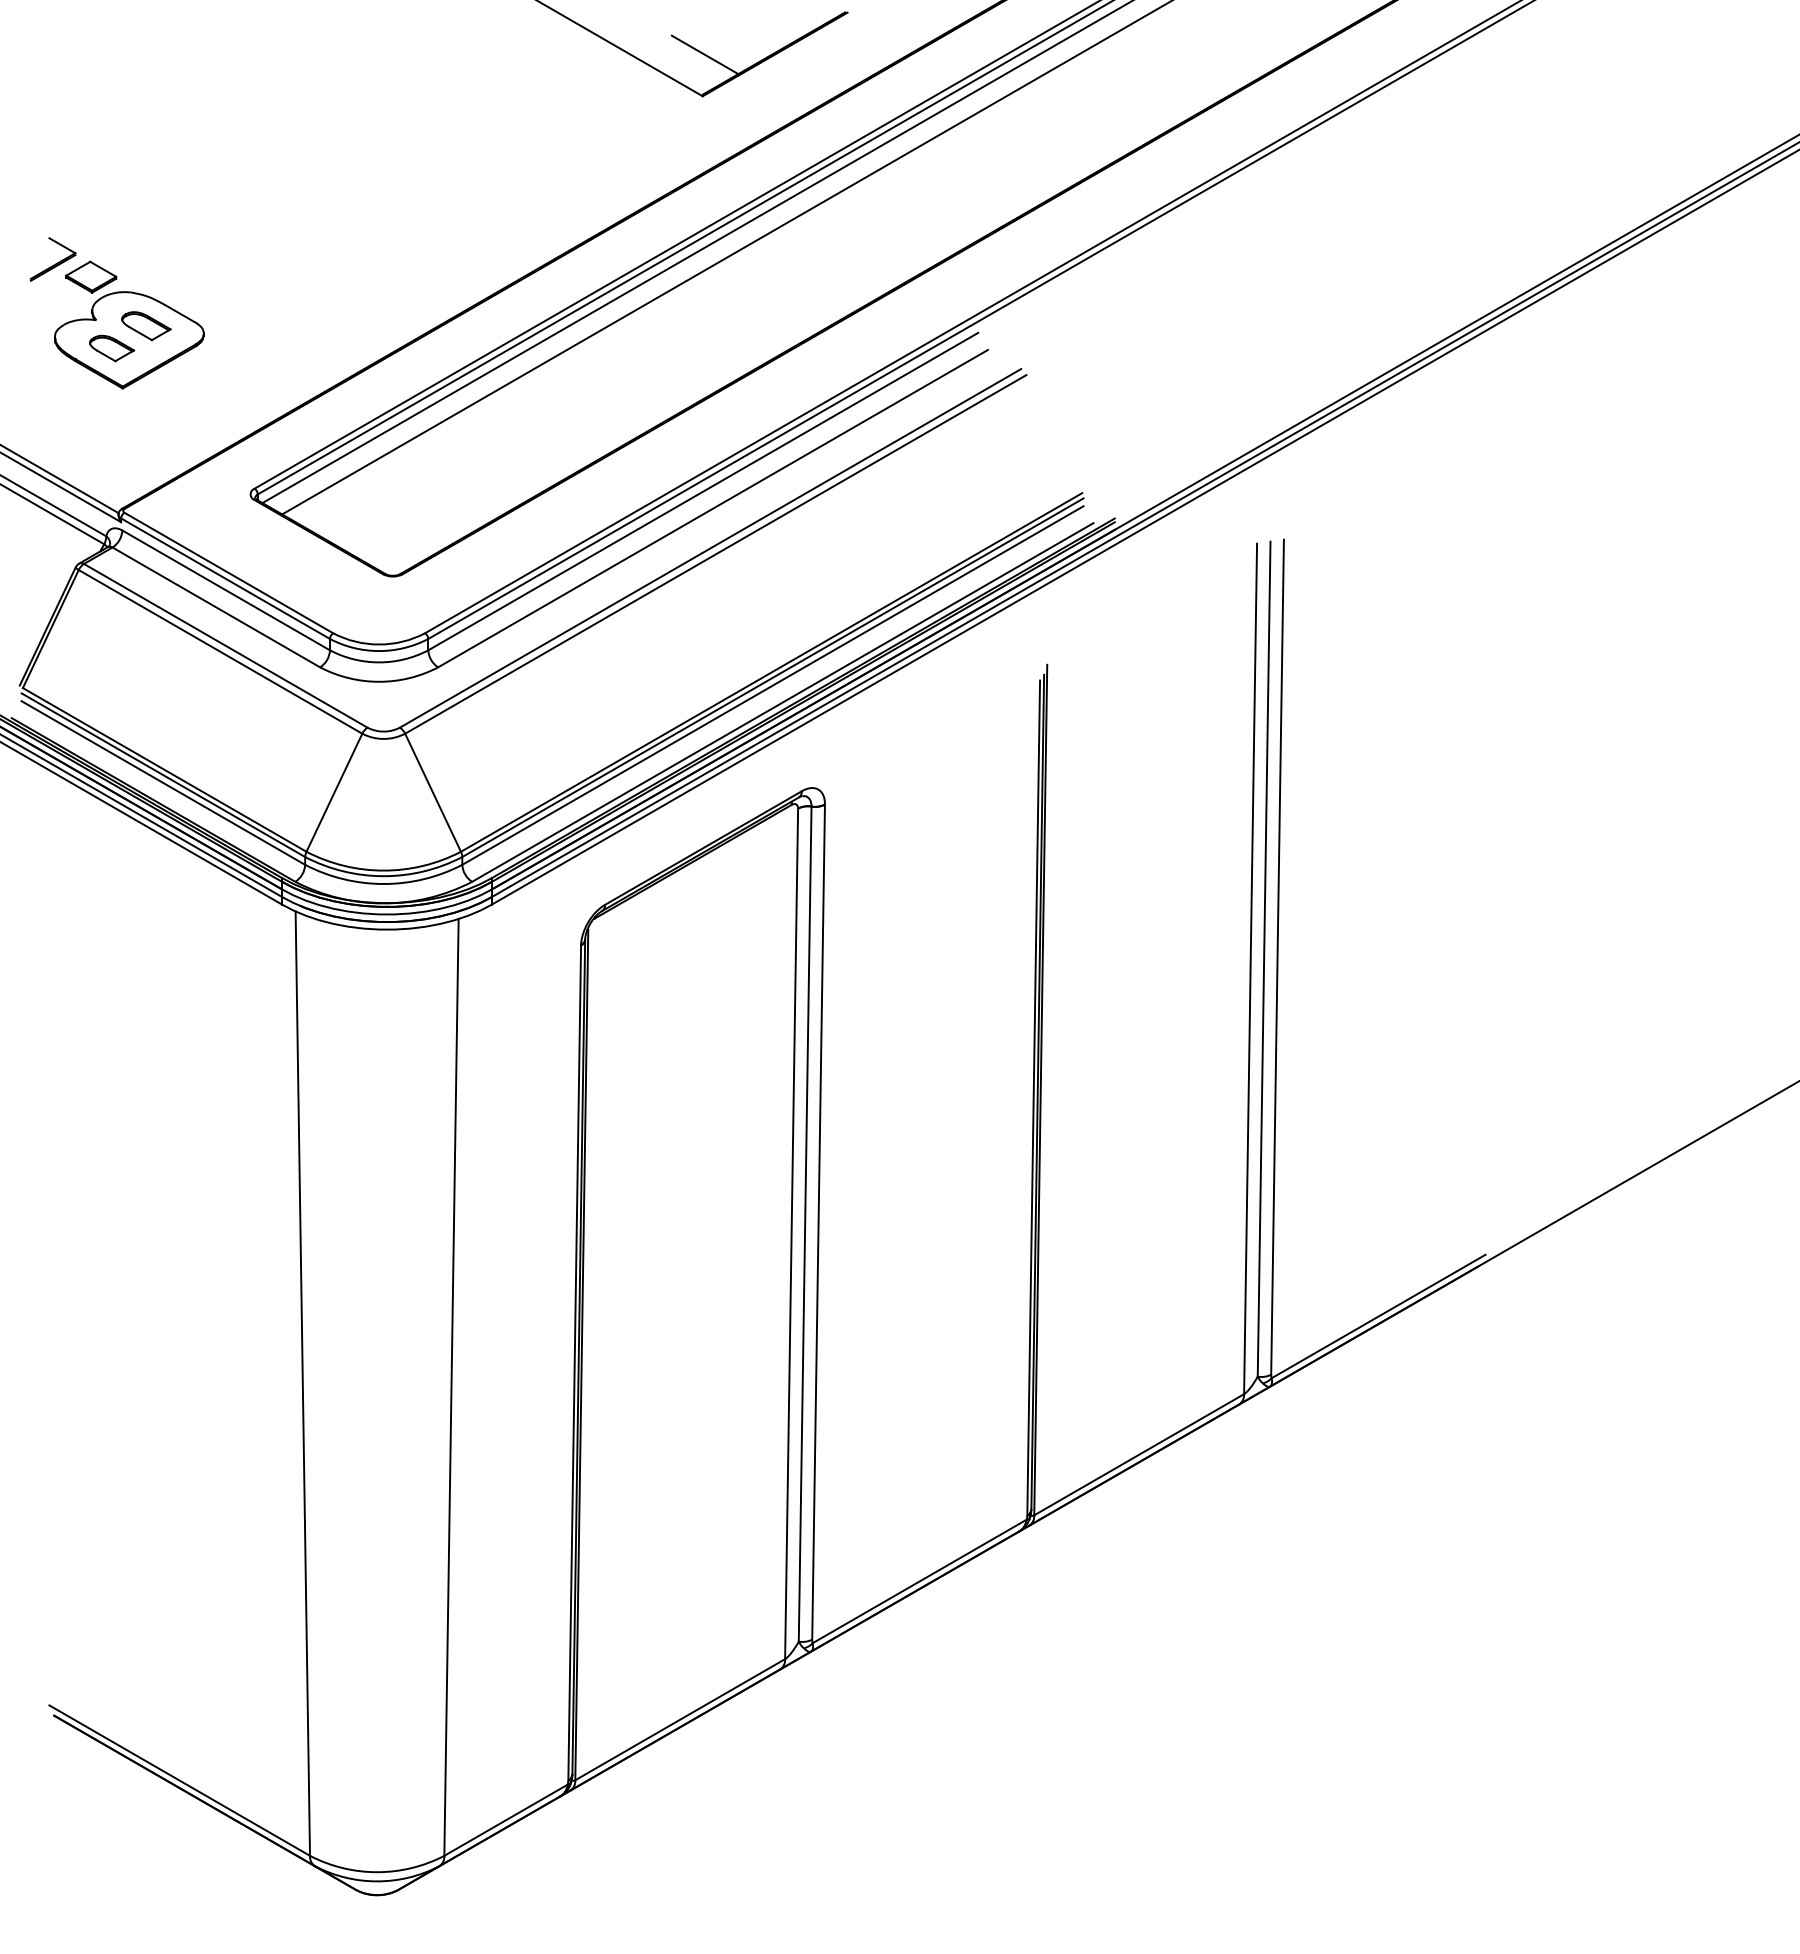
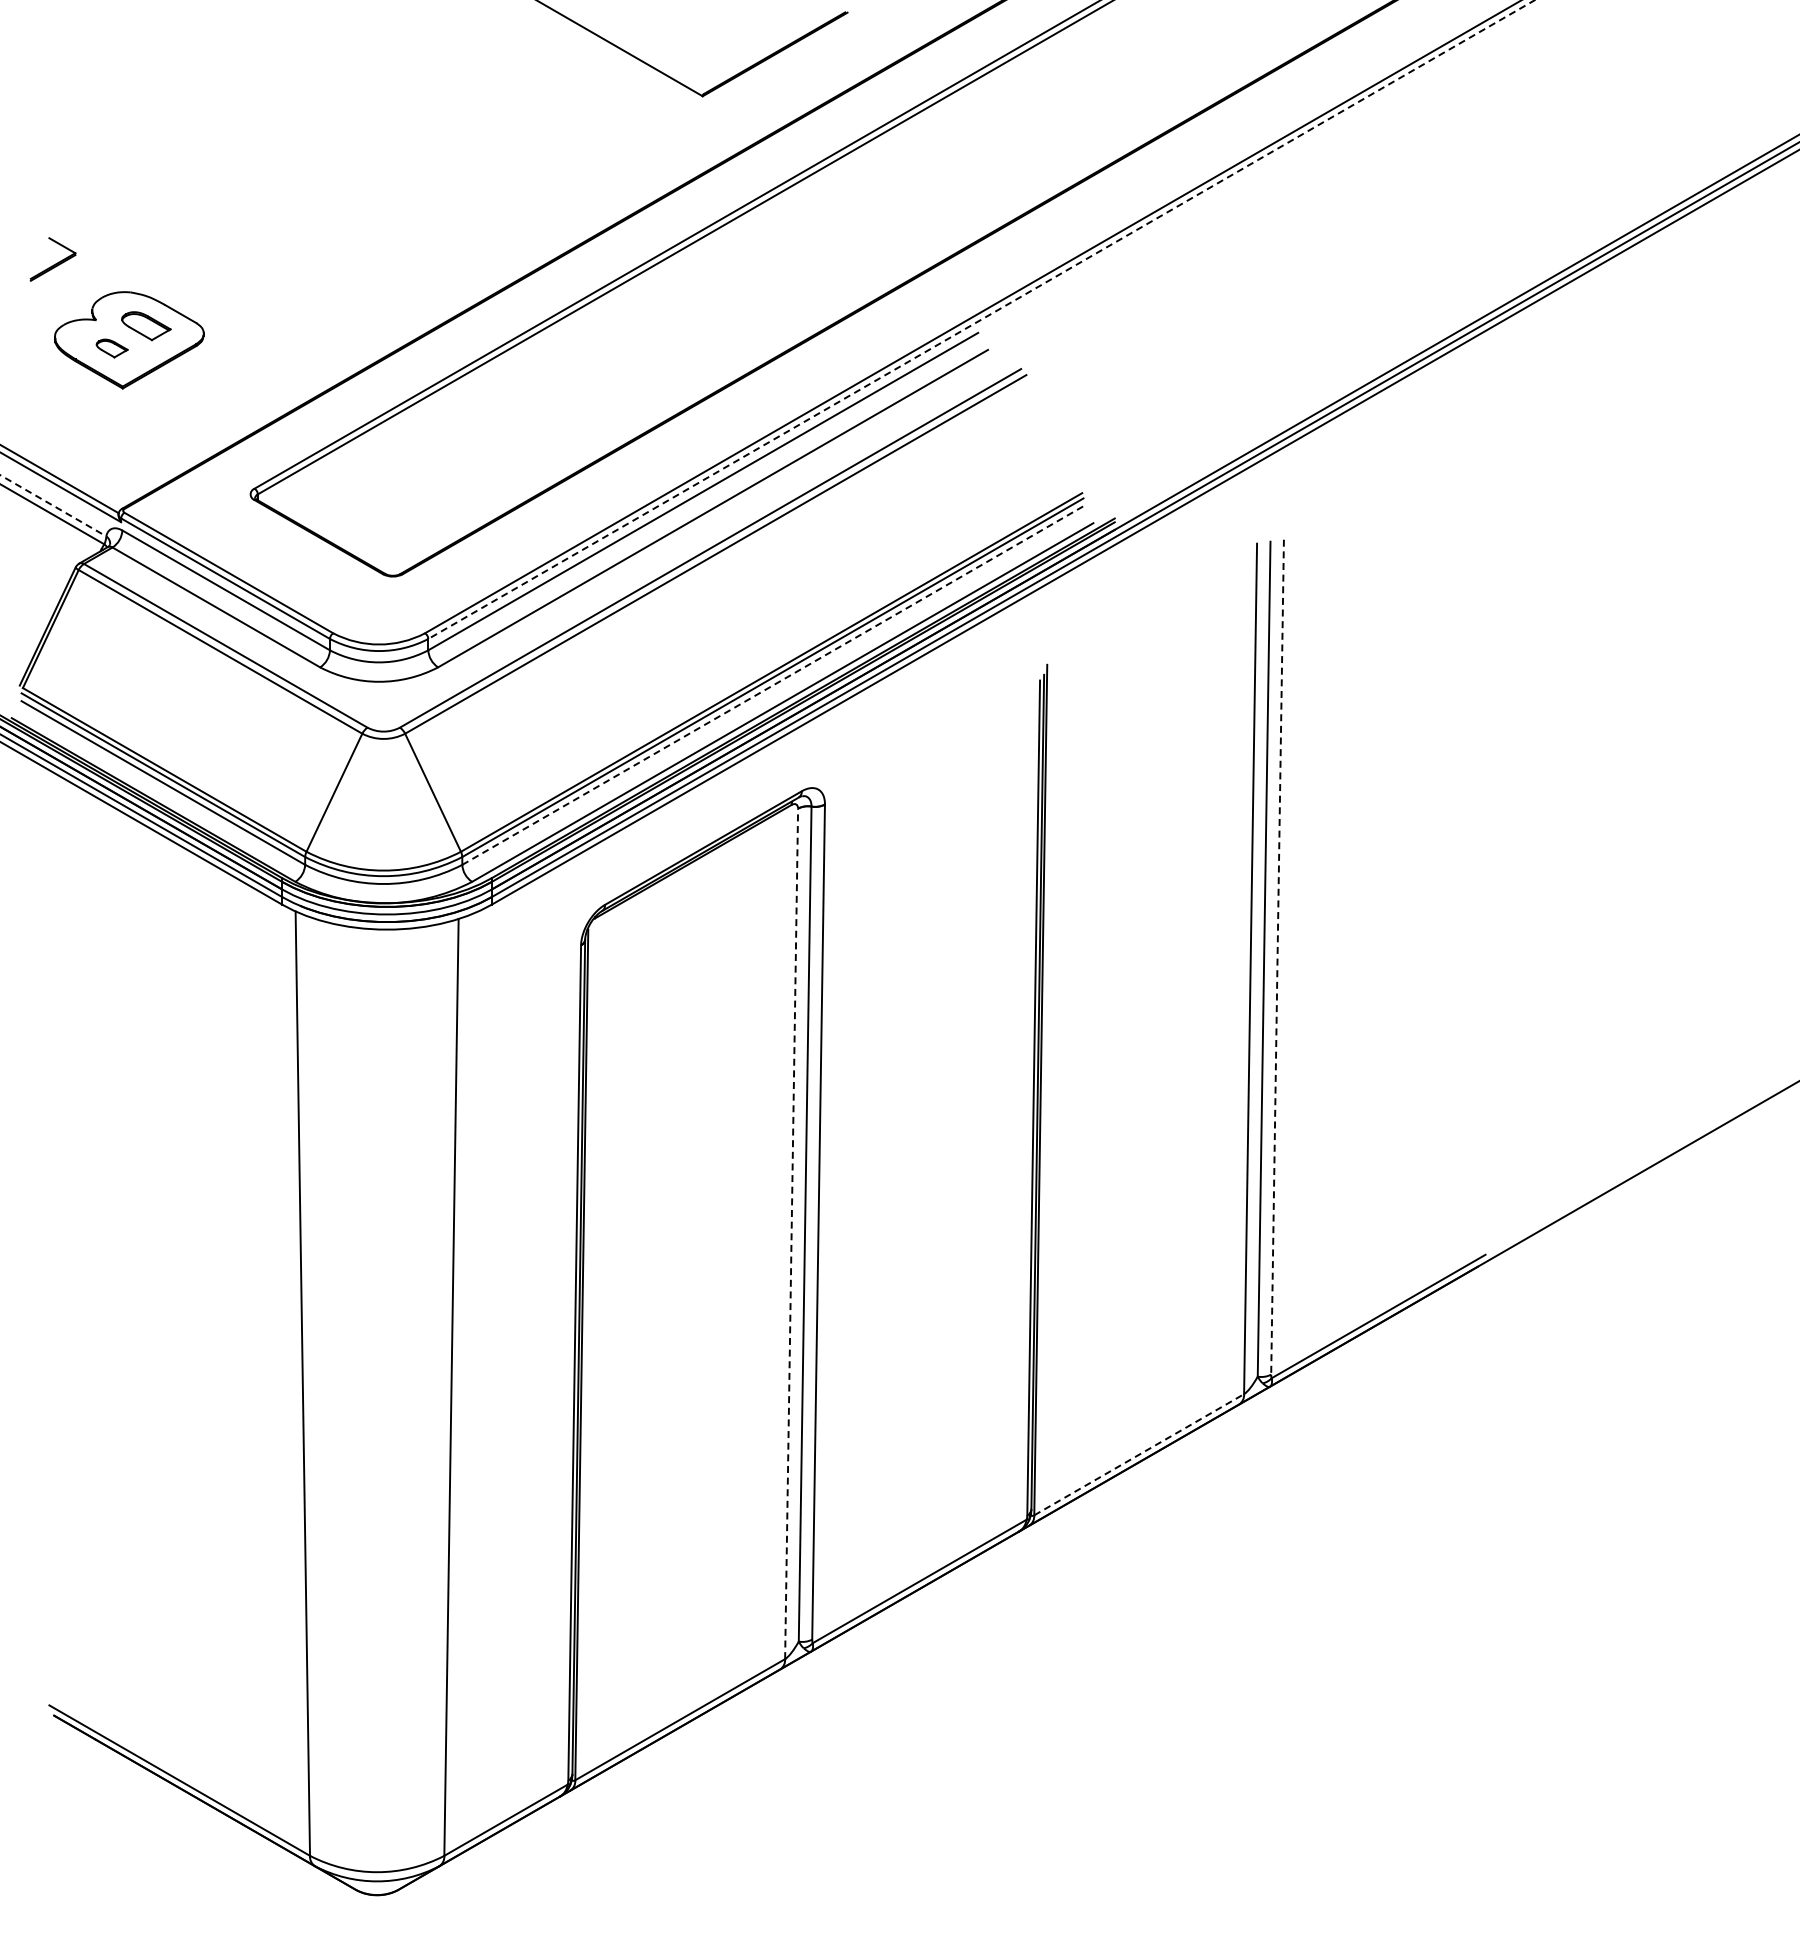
line at (704, 54): present -> none
line at (695, 252): present -> none
line at (725, 258): present -> none
part at (91, 276): present -> none
line at (981, 319): solid -> dashed
part at (112, 348) size: 47x29 px -> 34x21 px
line at (53, 506): solid -> dashed
line at (772, 685): solid -> dashed
line at (1277, 957): solid -> dashed
line at (791, 1233): solid -> dashed
line at (1139, 1454): solid -> dashed
